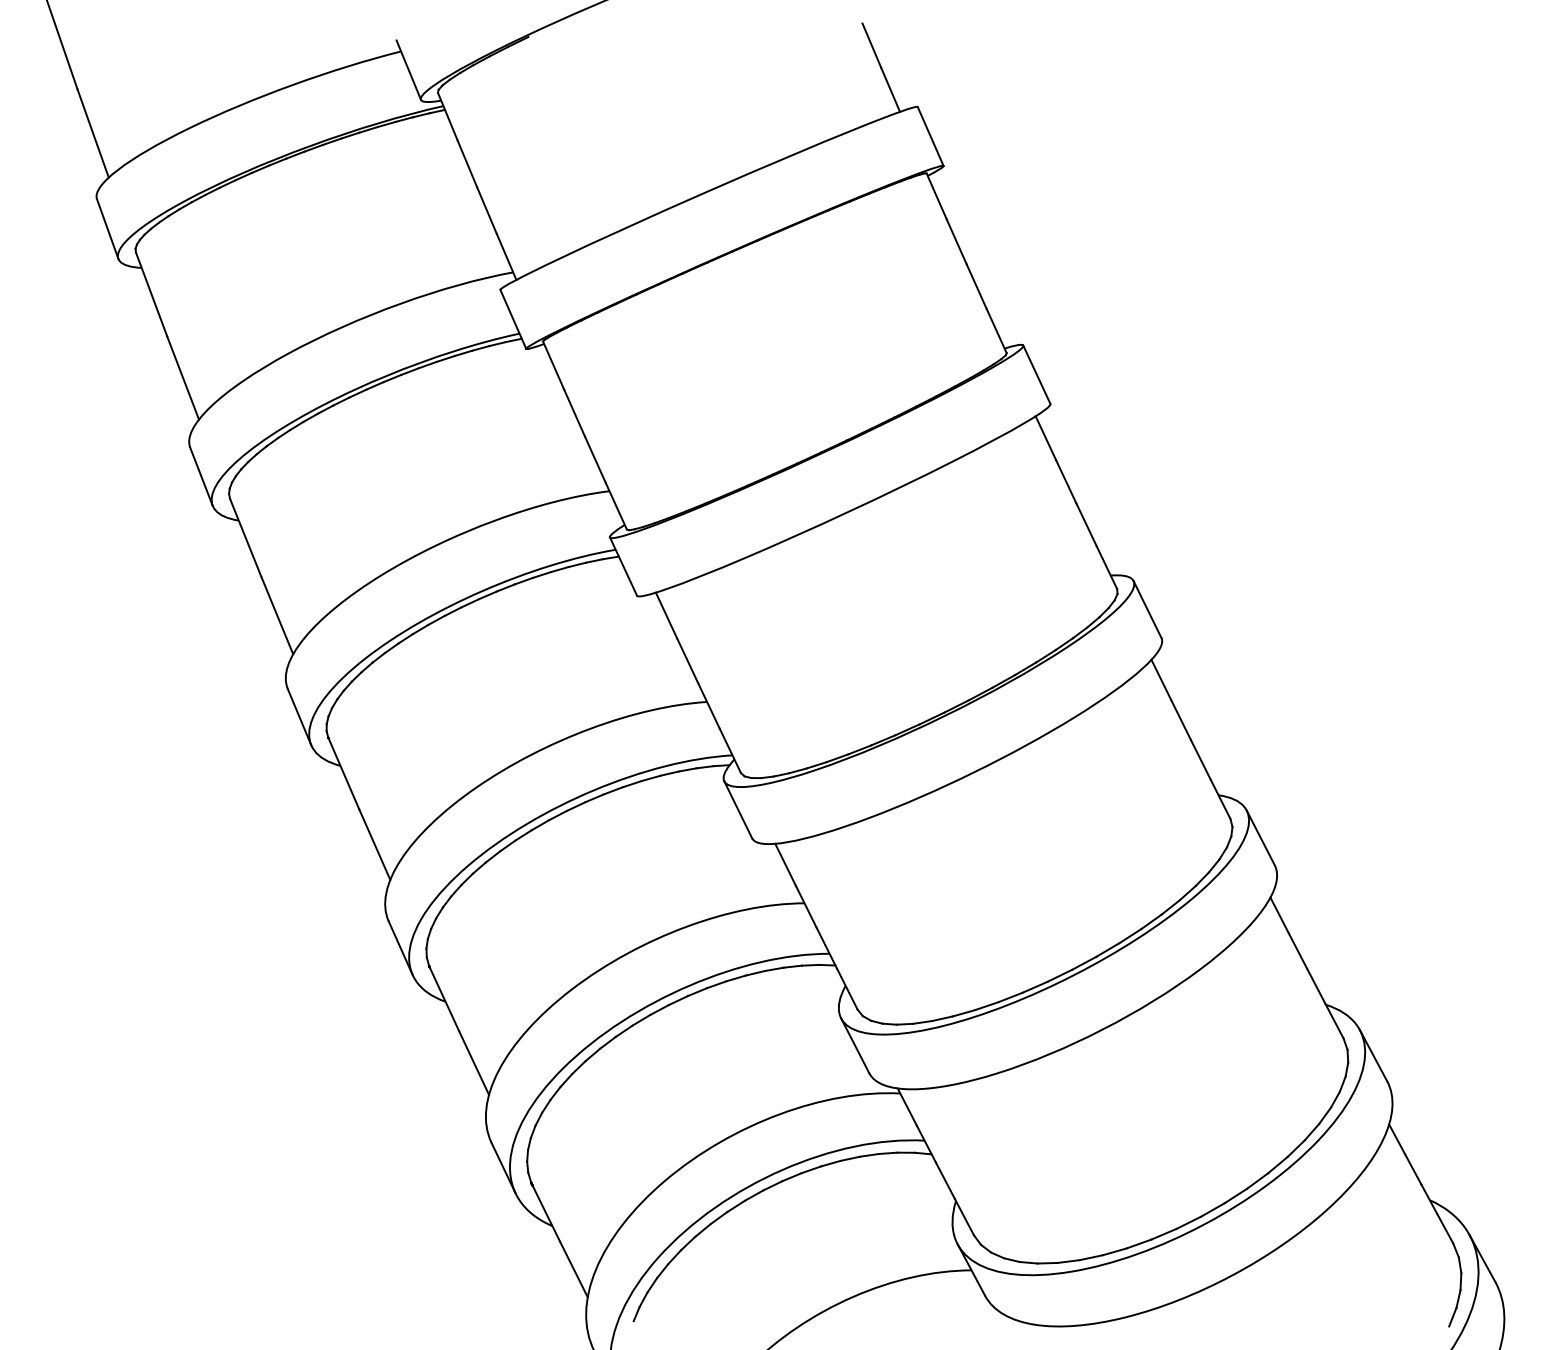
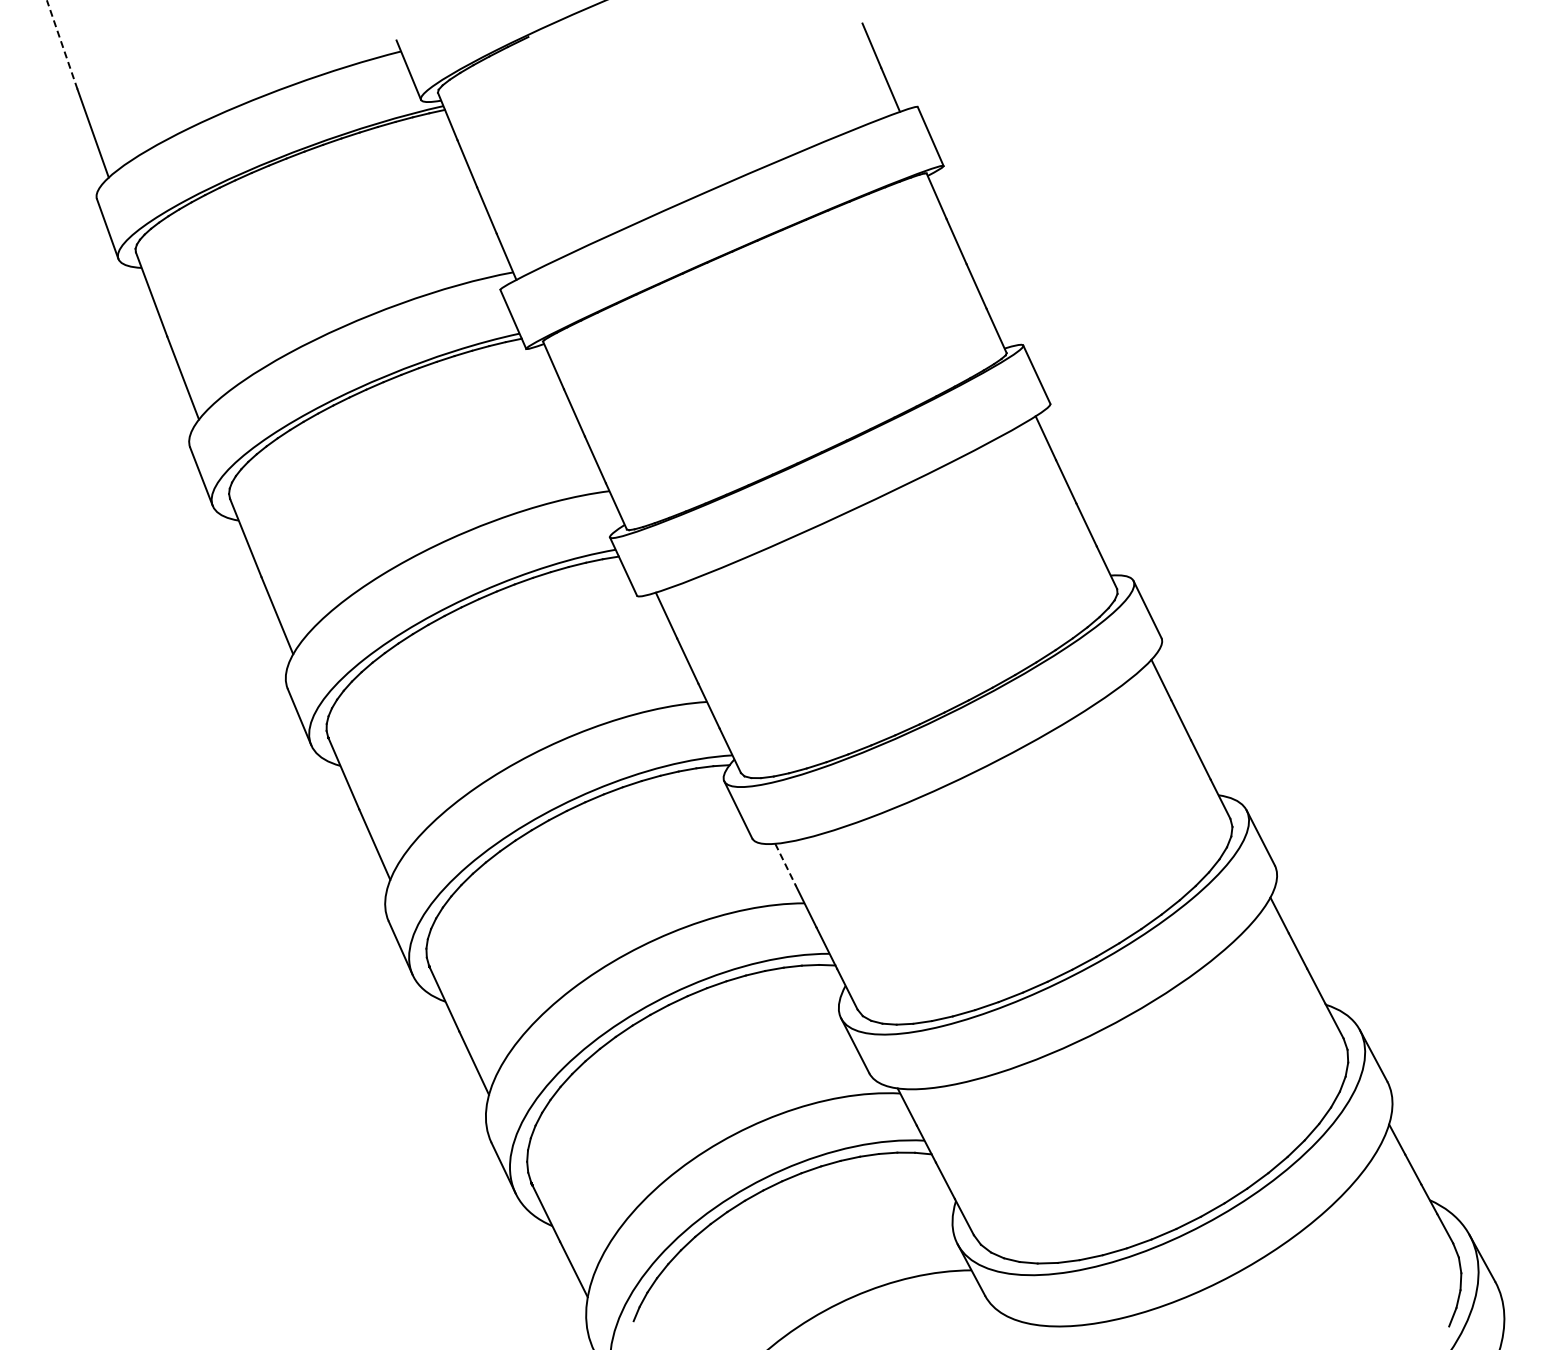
line at (62, 44): solid -> dashed
line at (785, 865): solid -> dashed
